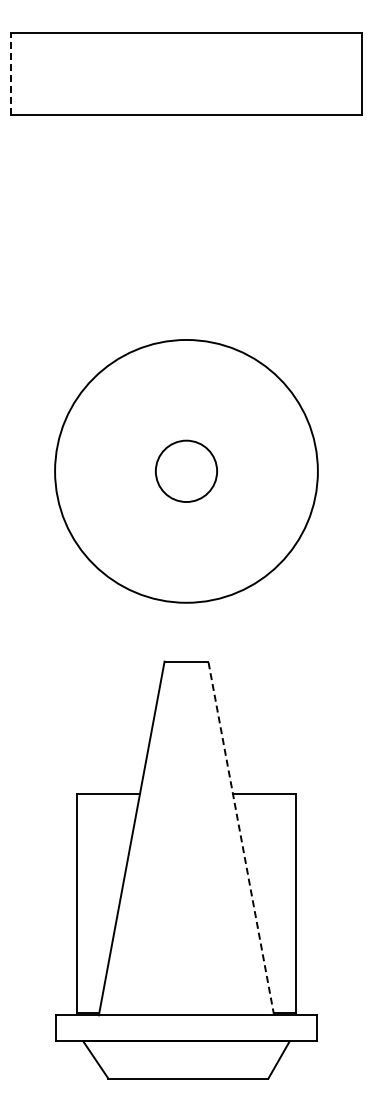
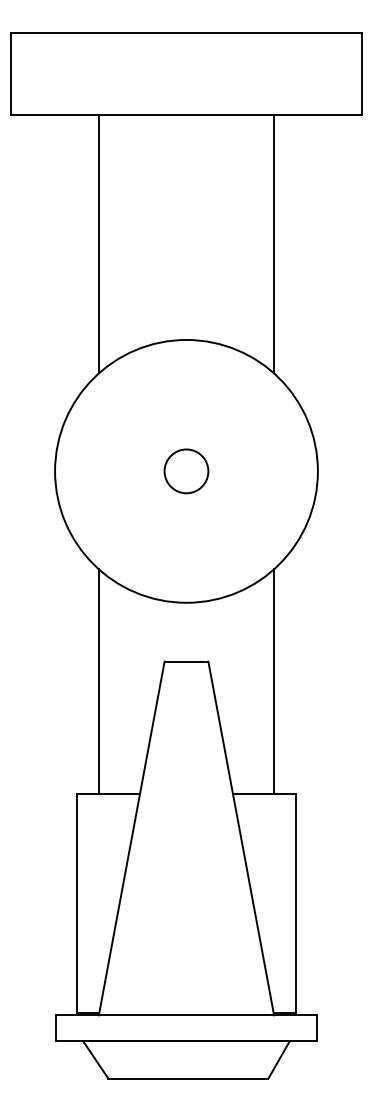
line at (11, 73): dashed -> solid
line at (98, 243): none -> present
line at (274, 243): none -> present
circle at (185, 470) size: 64x64 px -> 47x47 px
line at (98, 681): none -> present
line at (274, 681): none -> present
line at (241, 838): dashed -> solid
